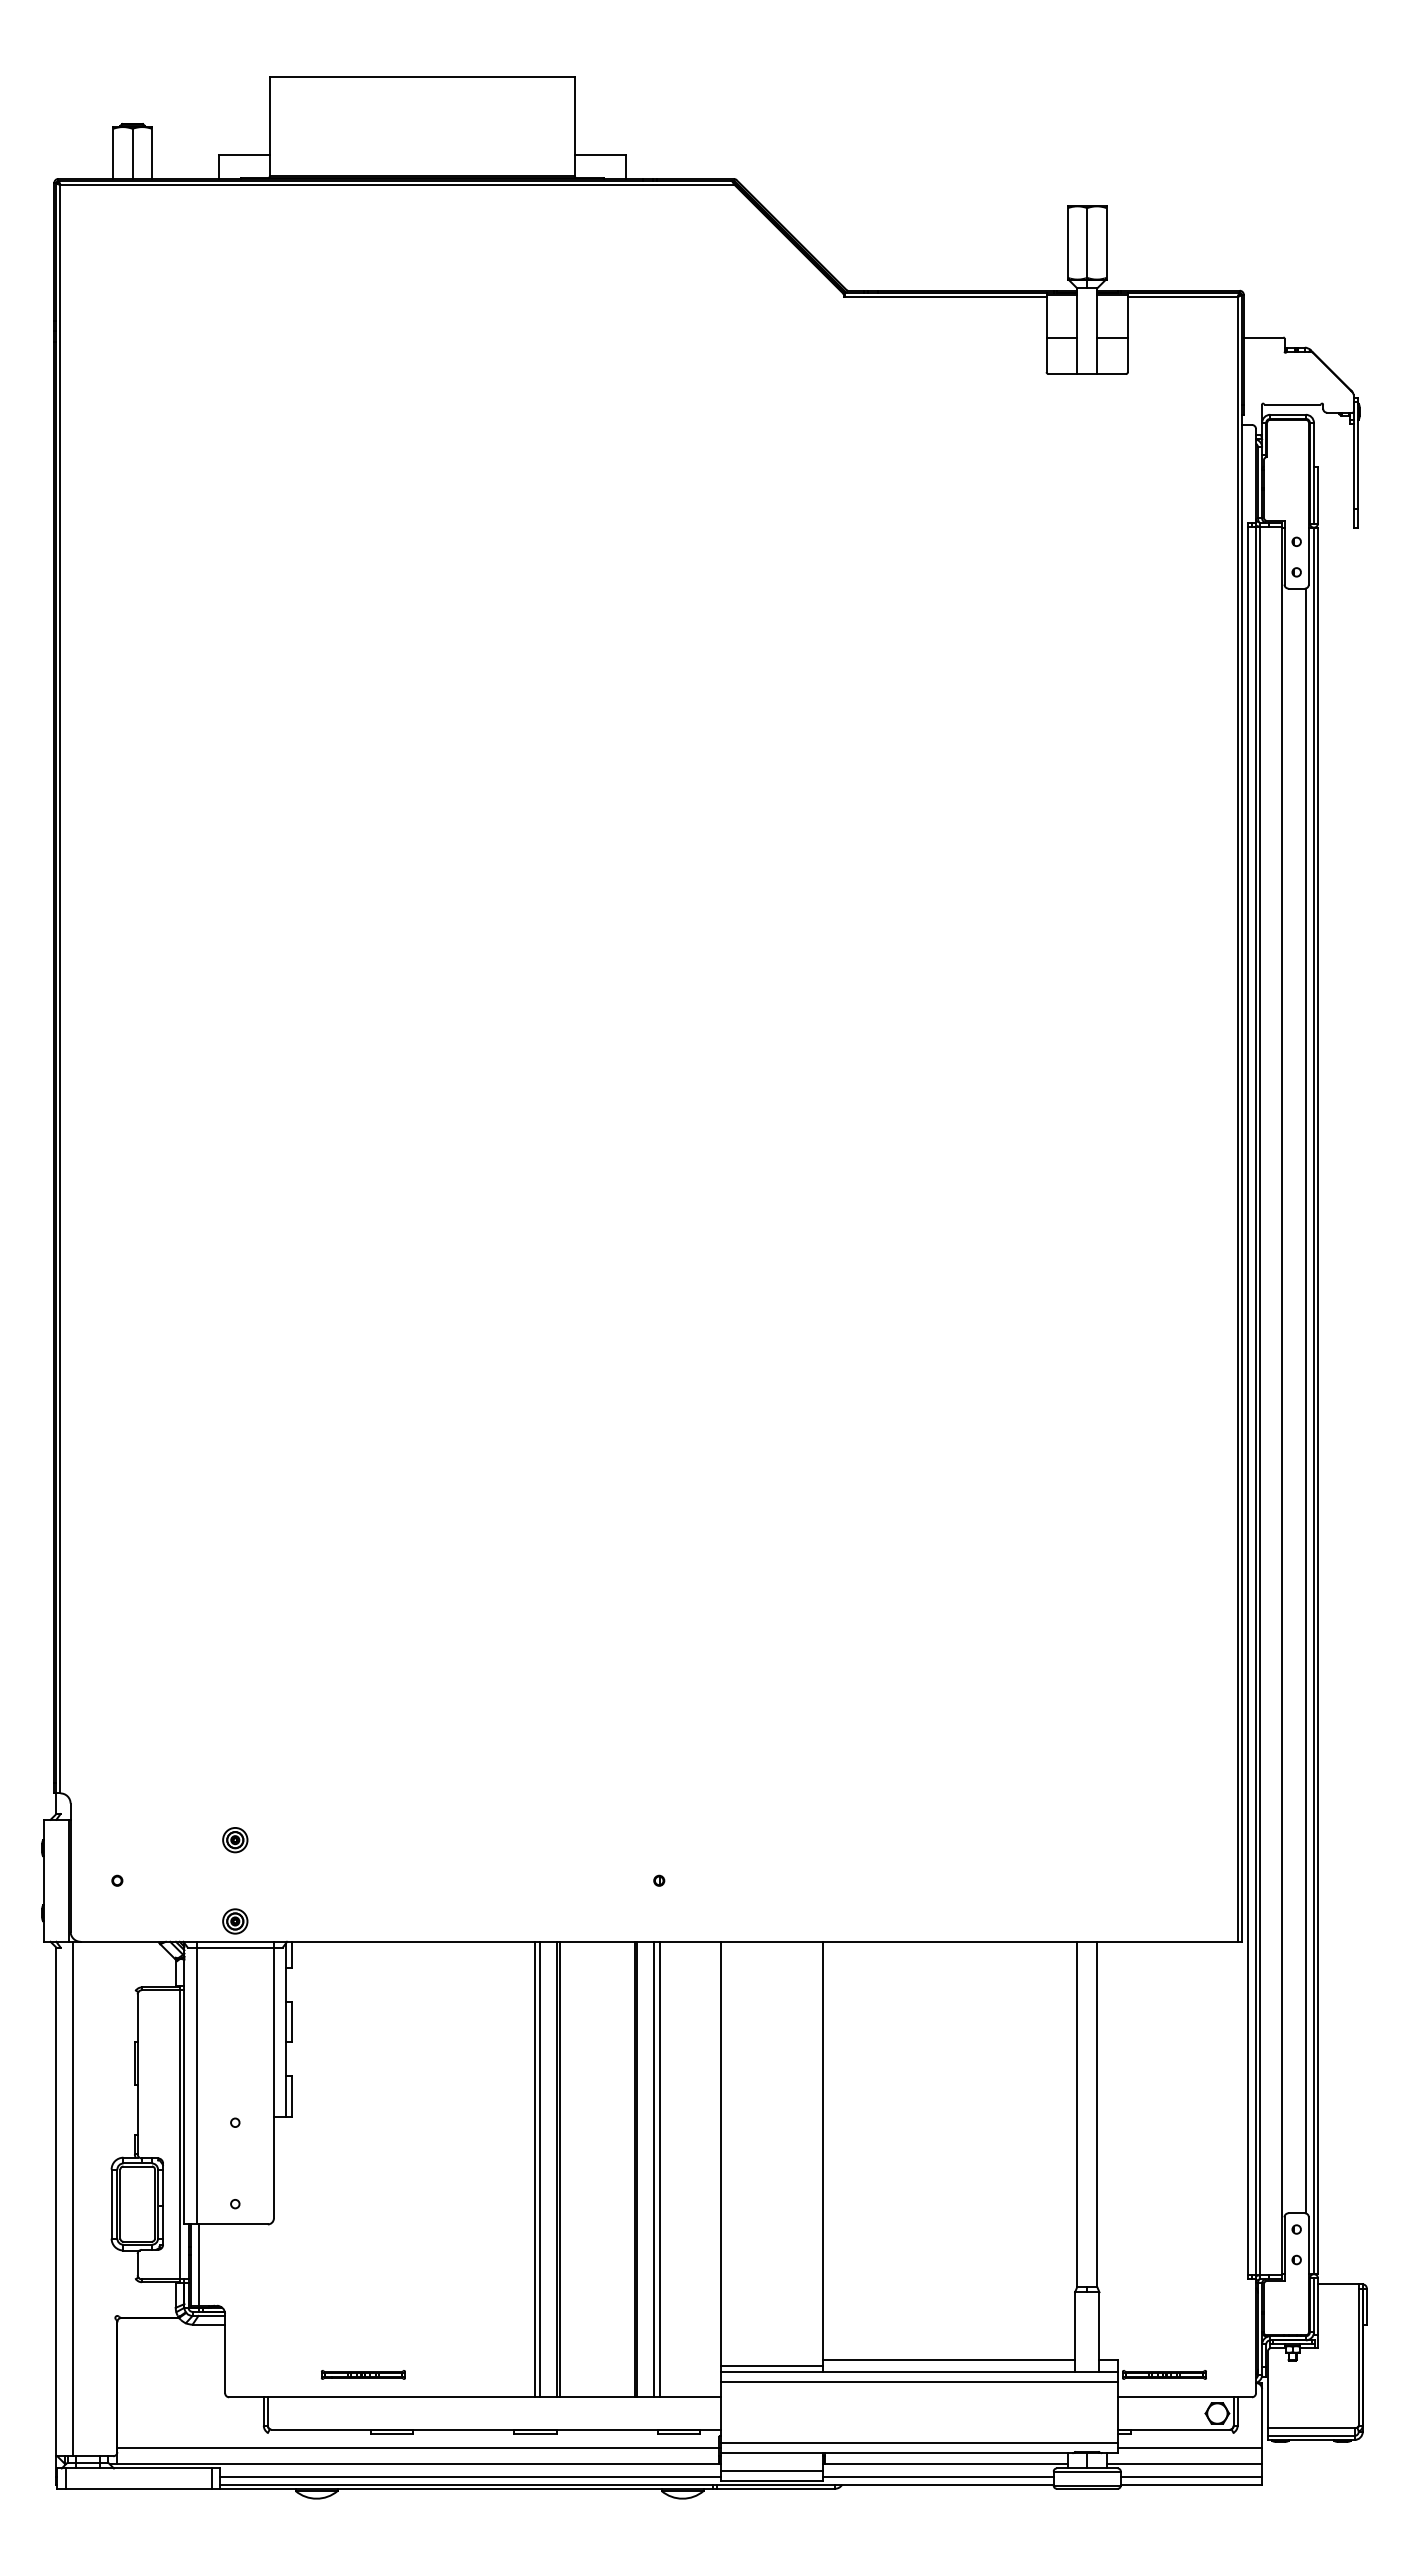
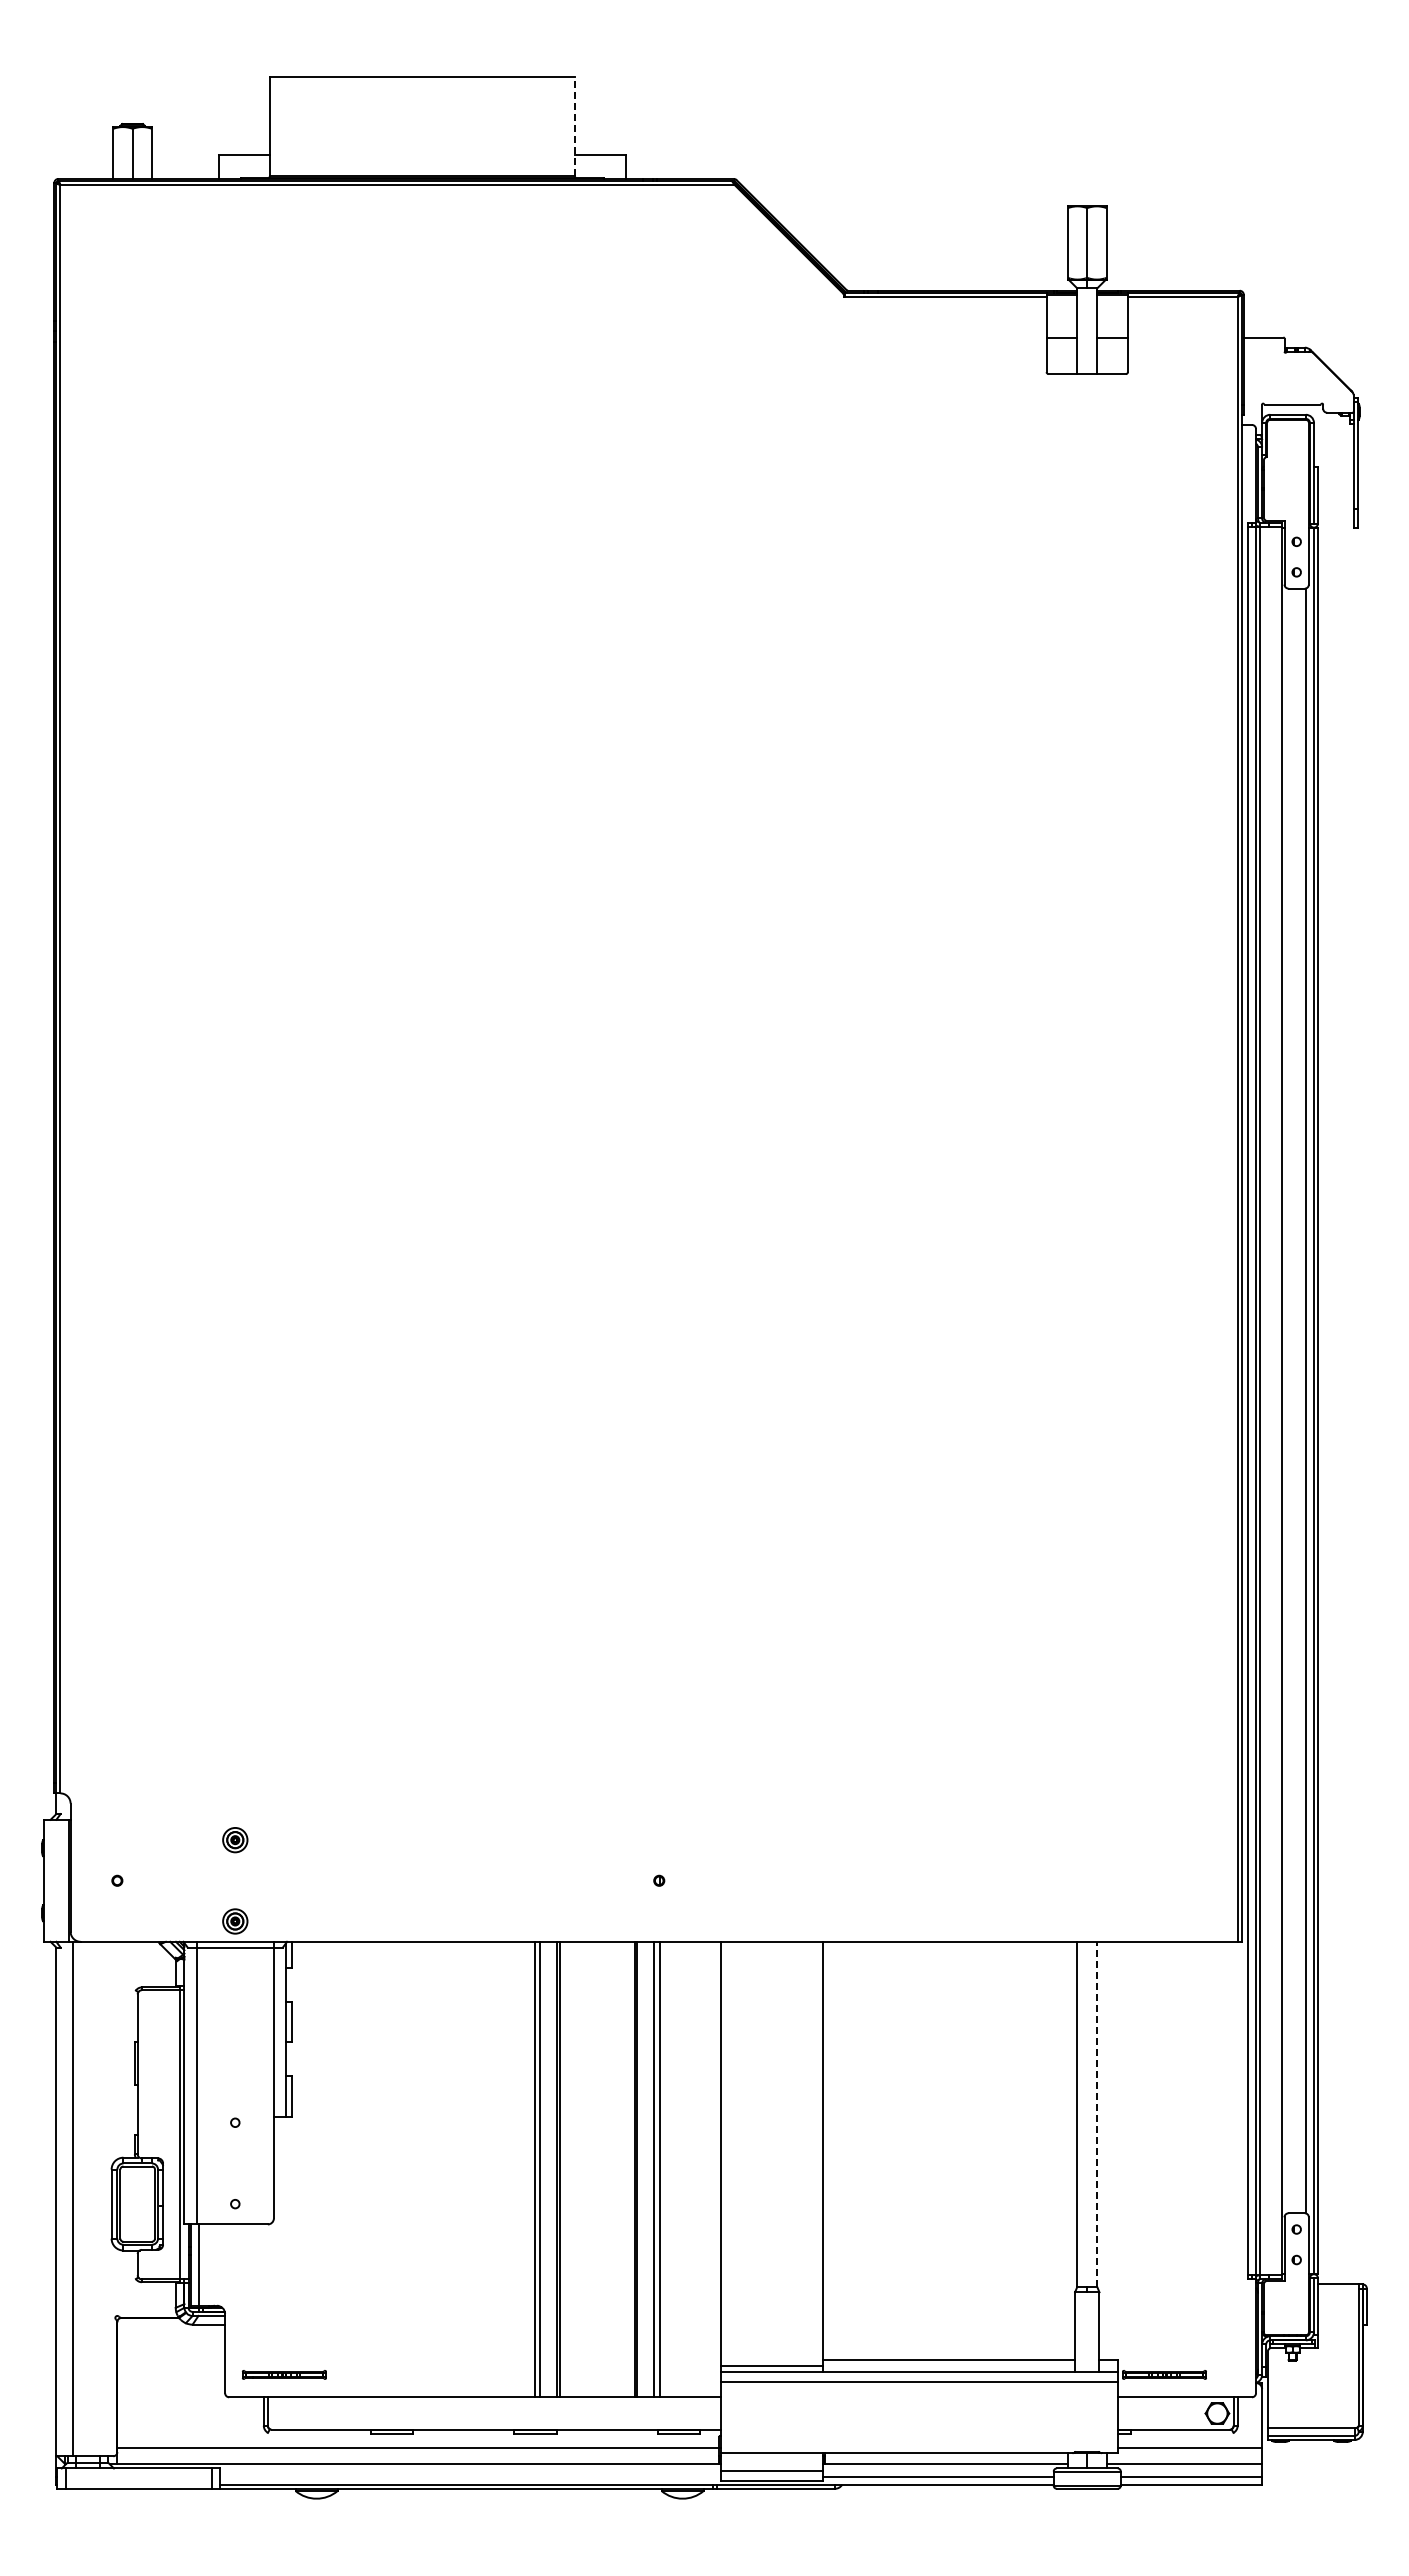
line at (574, 126): solid -> dashed
line at (1097, 2114): solid -> dashed
part at (363, 2374) position: (363, 2374) -> (284, 2374)
line at (919, 2443): present -> none
line at (470, 2476): present -> none
